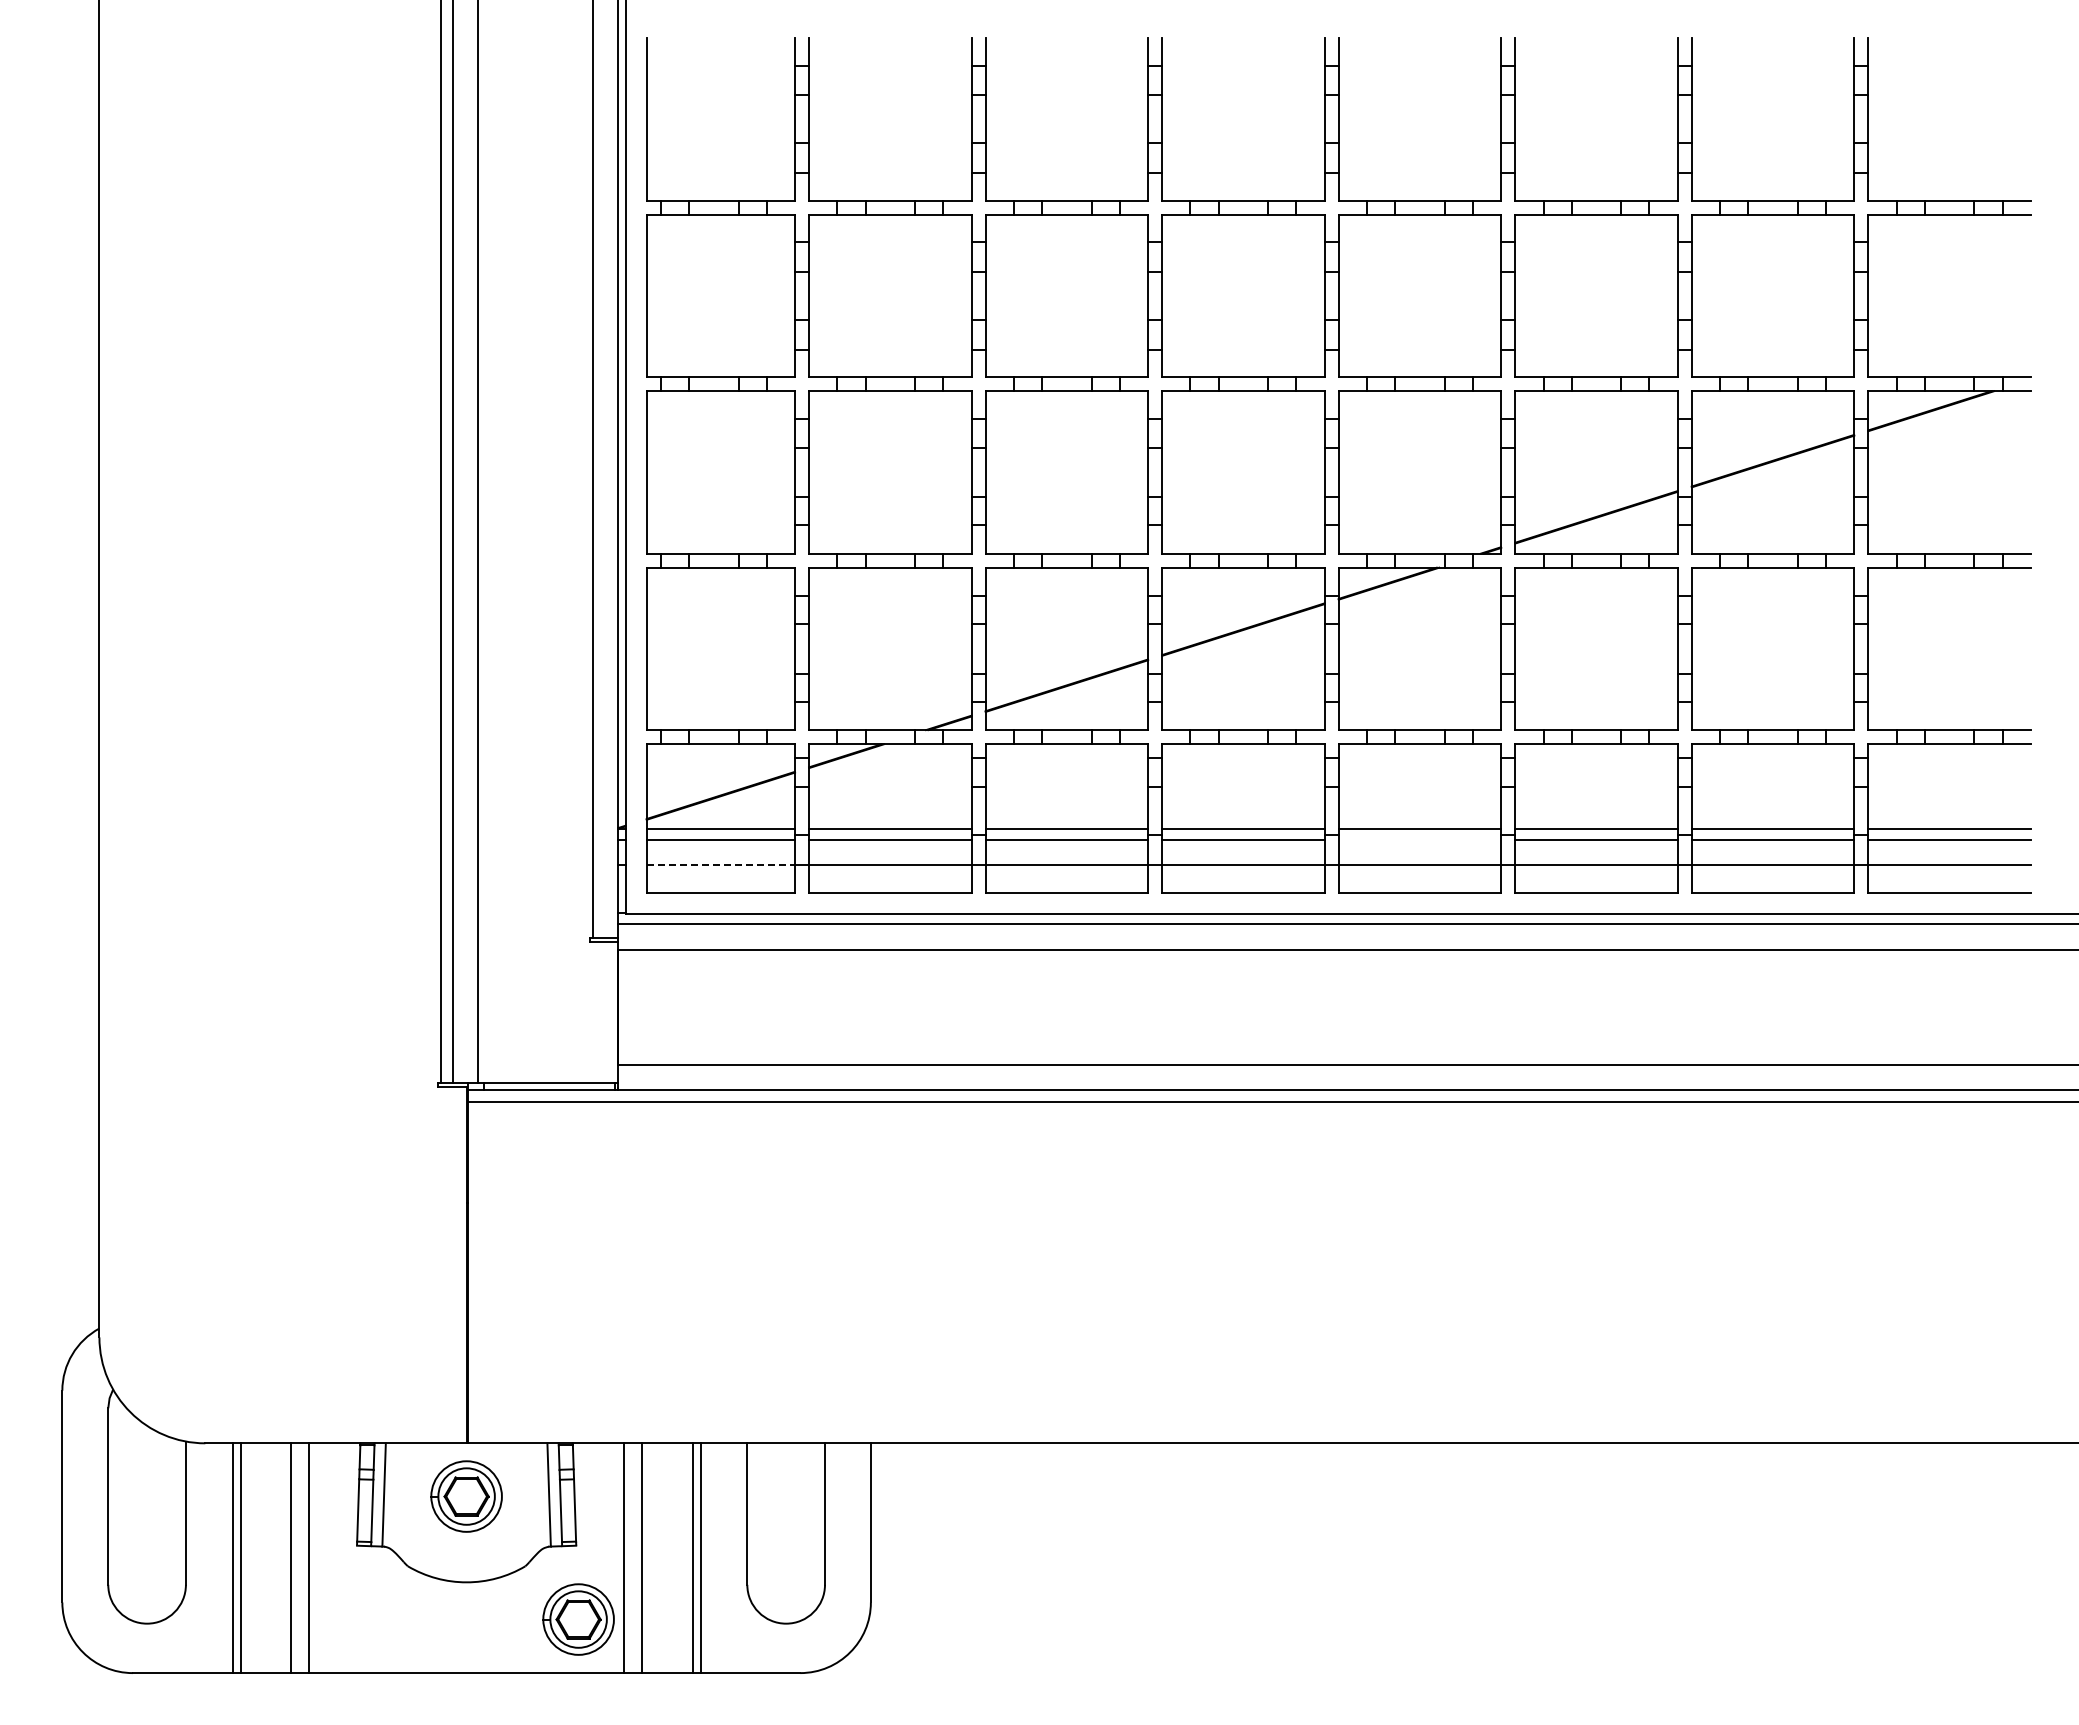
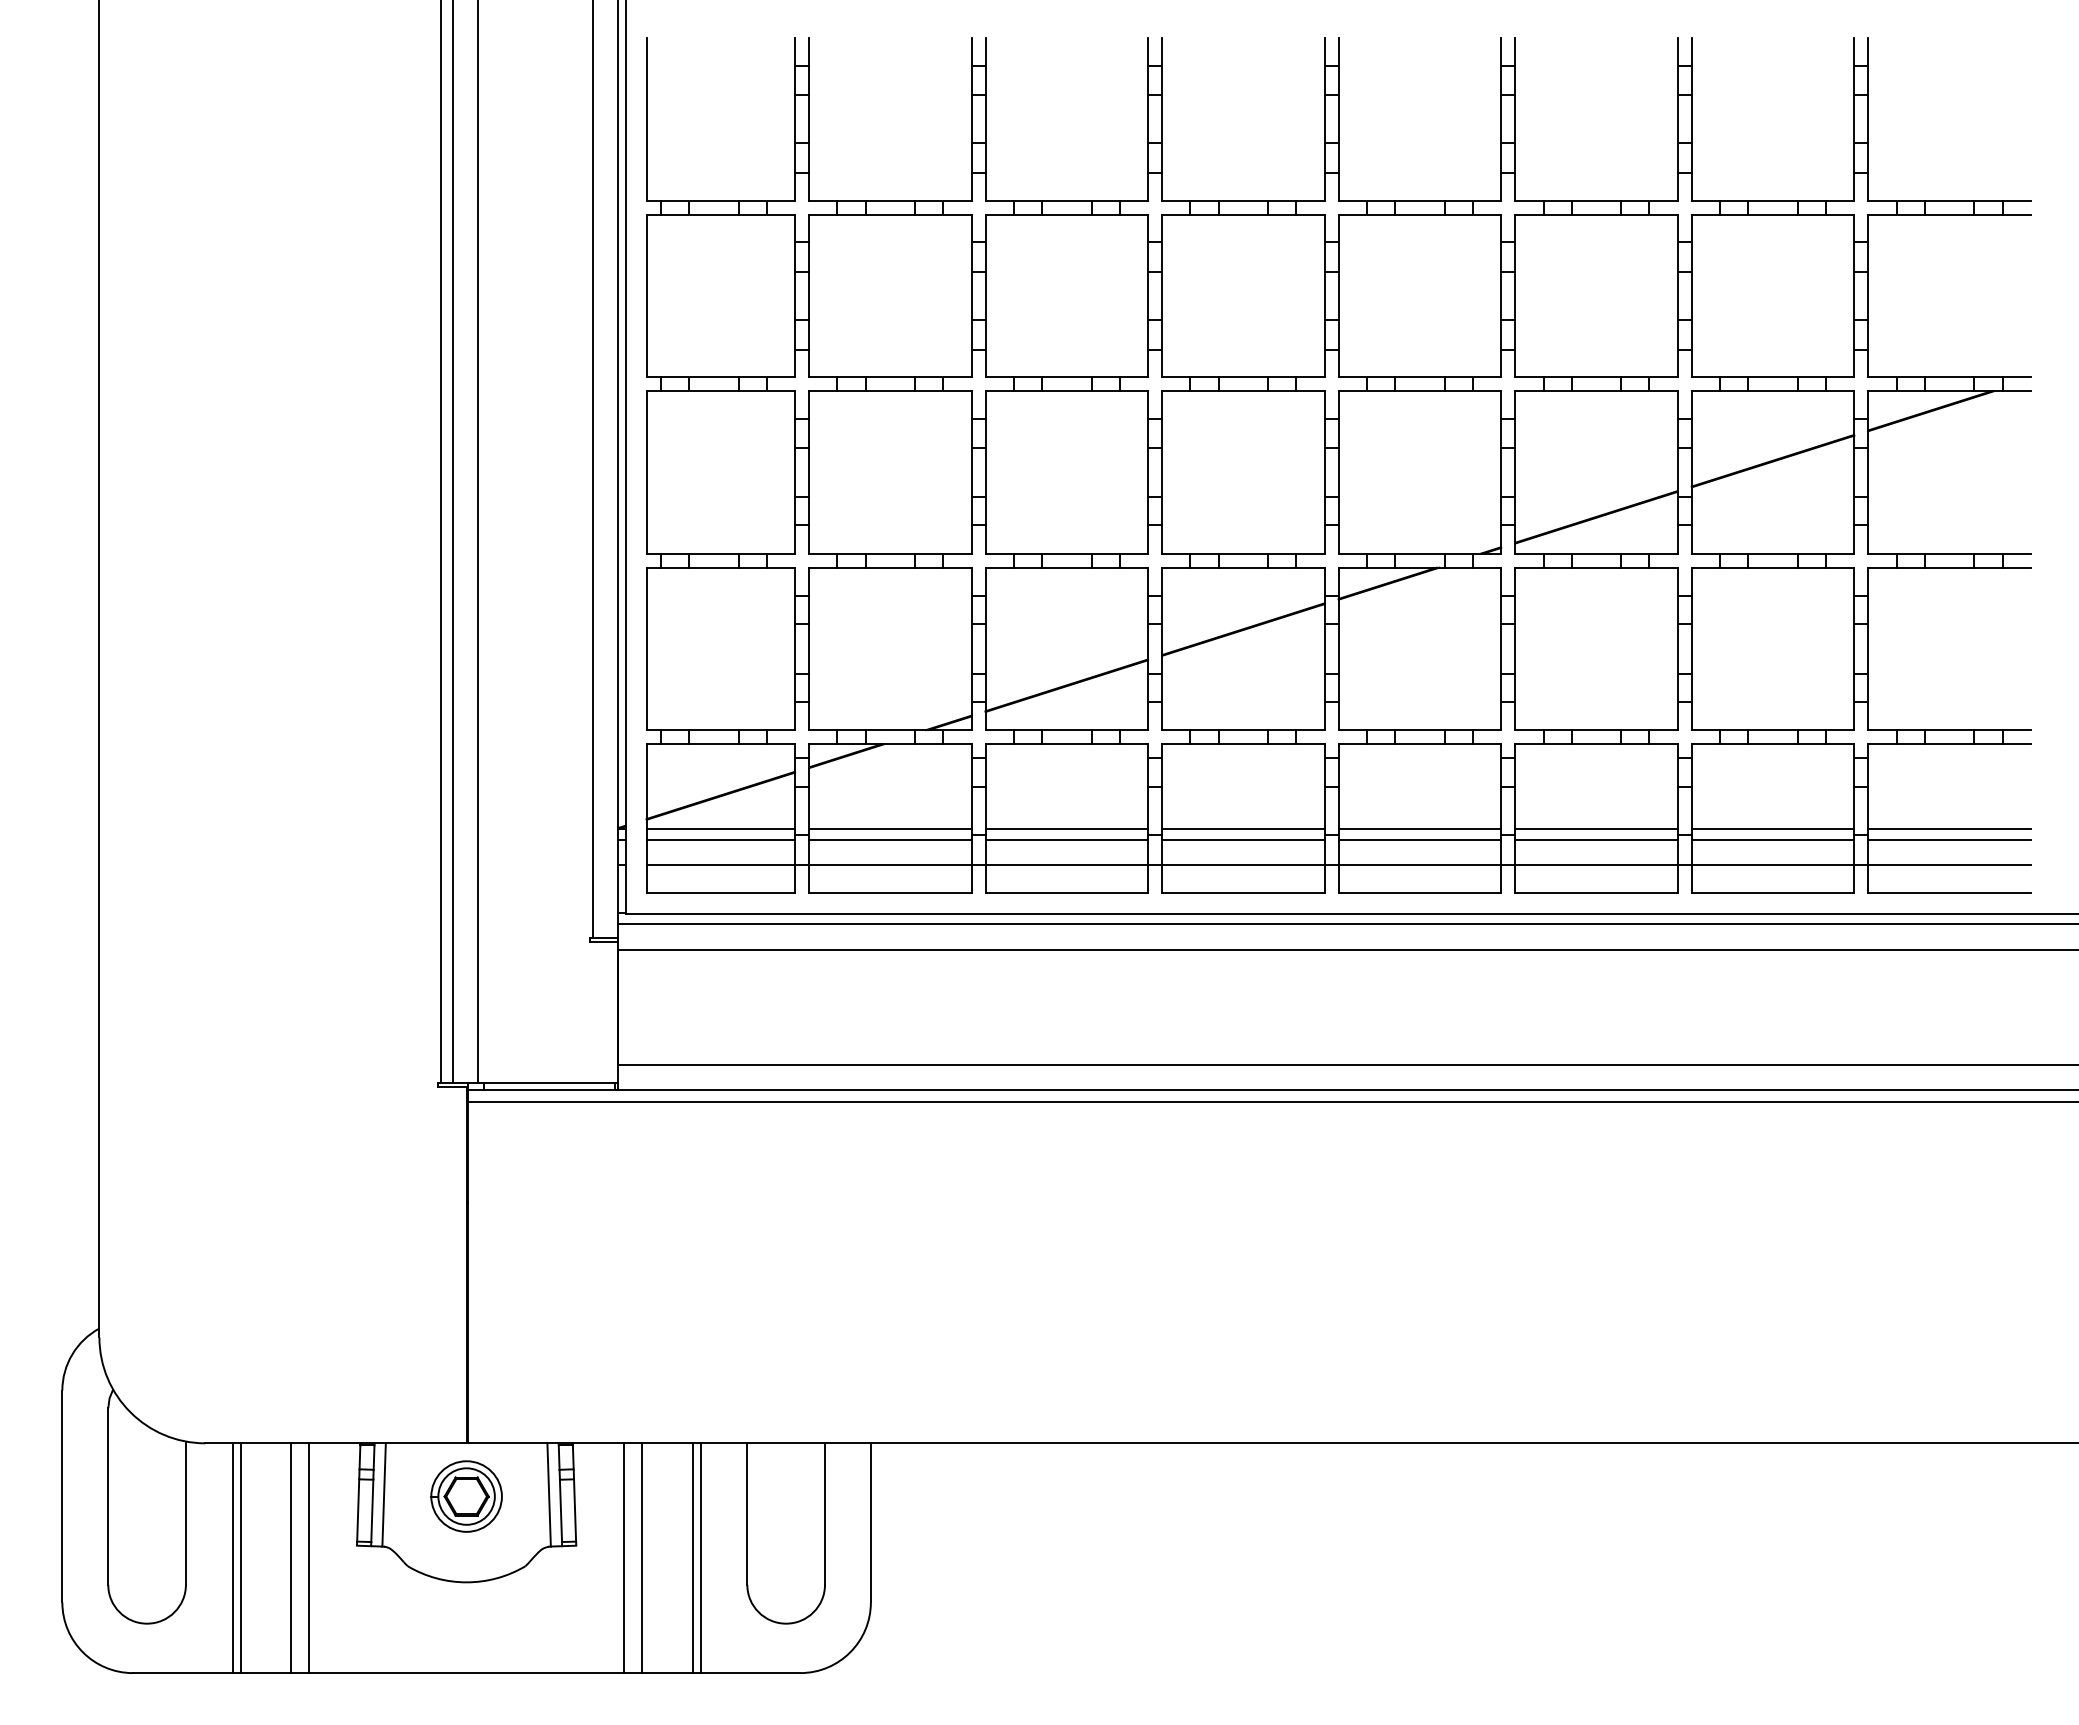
line at (1419, 839): none -> present
line at (721, 864): dashed -> solid
part at (578, 1619): present -> none
